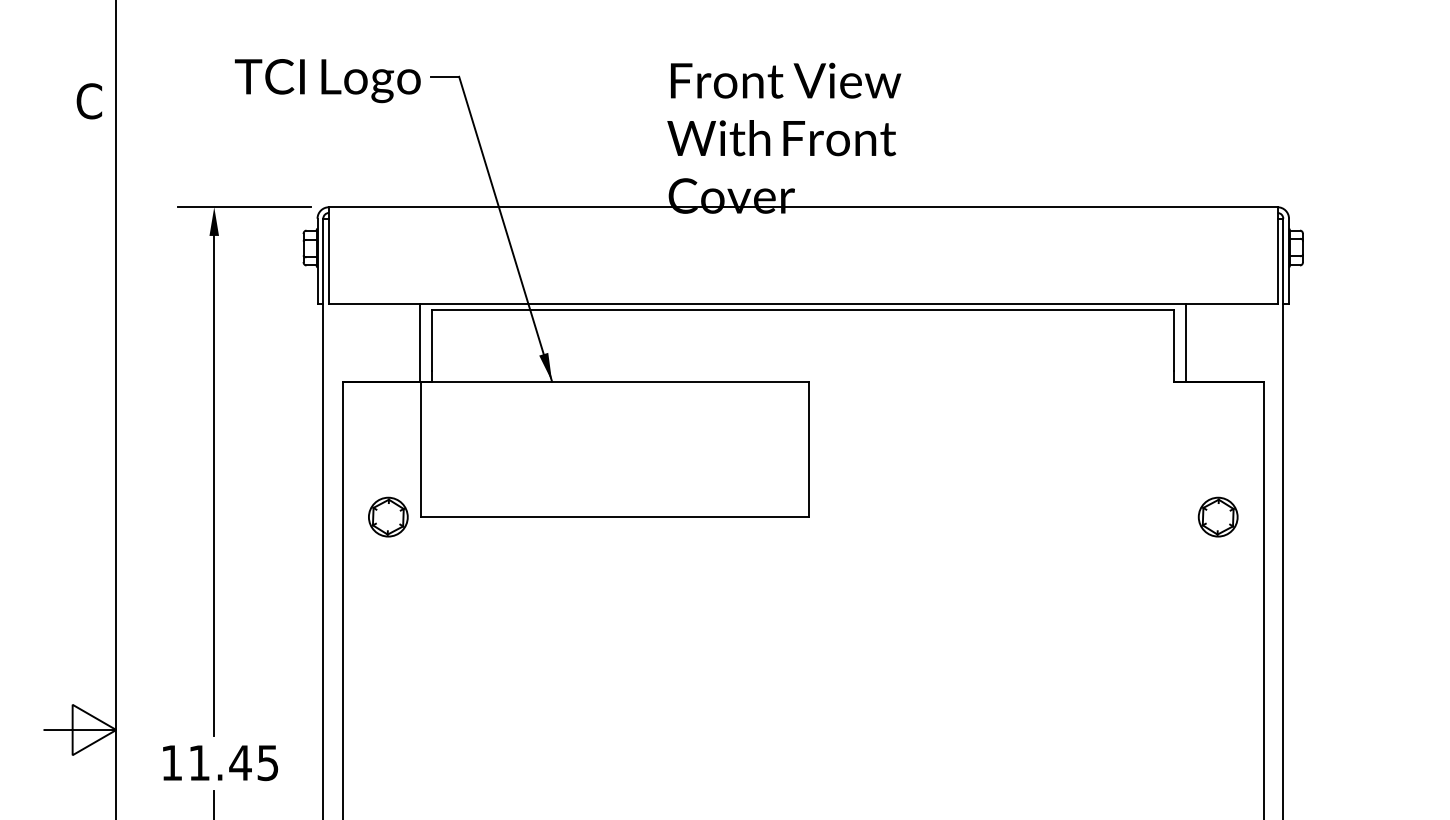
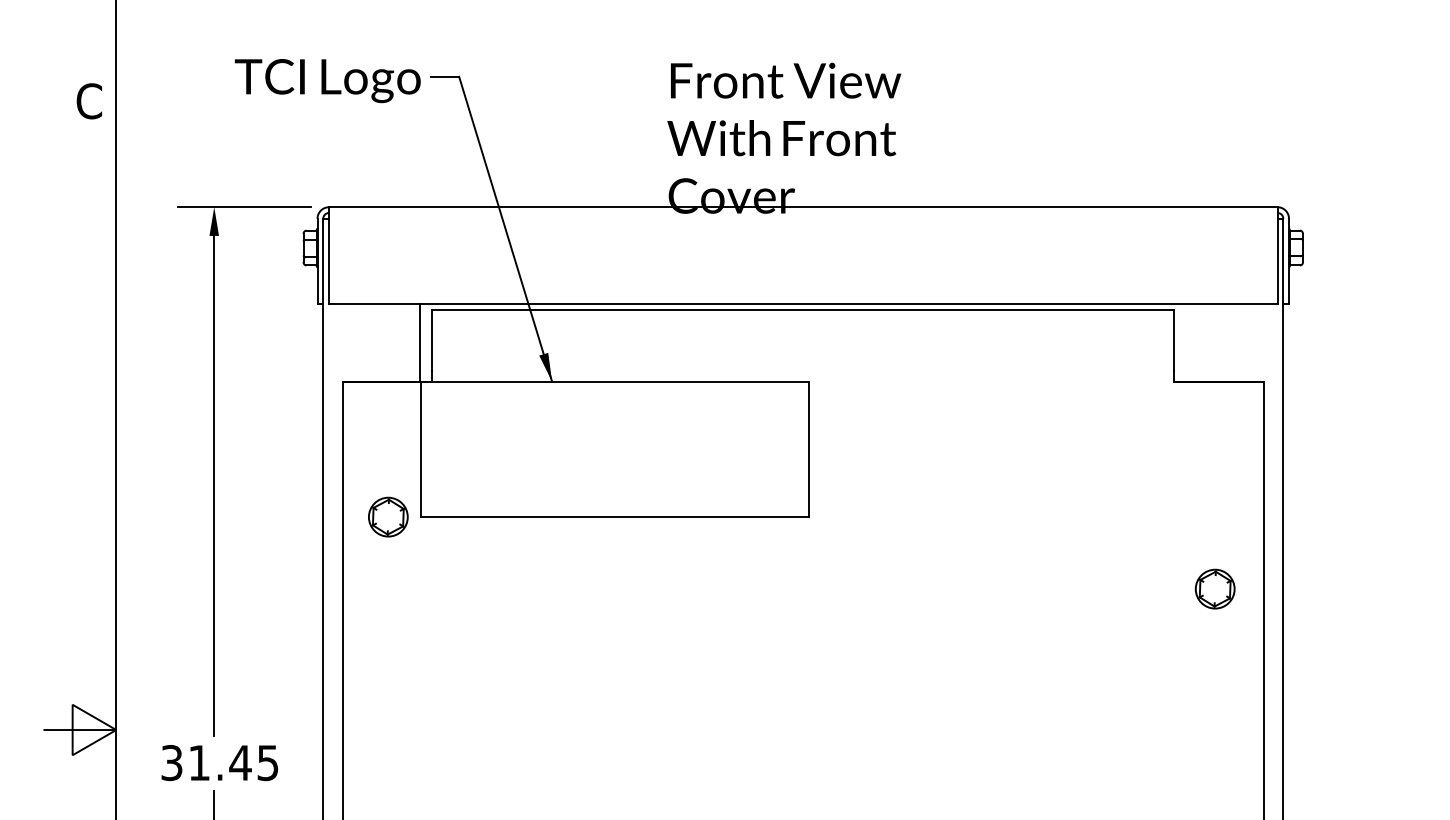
line at (1186, 342): present -> none
part at (1217, 516) position: (1217, 516) -> (1214, 588)
text at (171, 763): 11.45 -> 31.45
